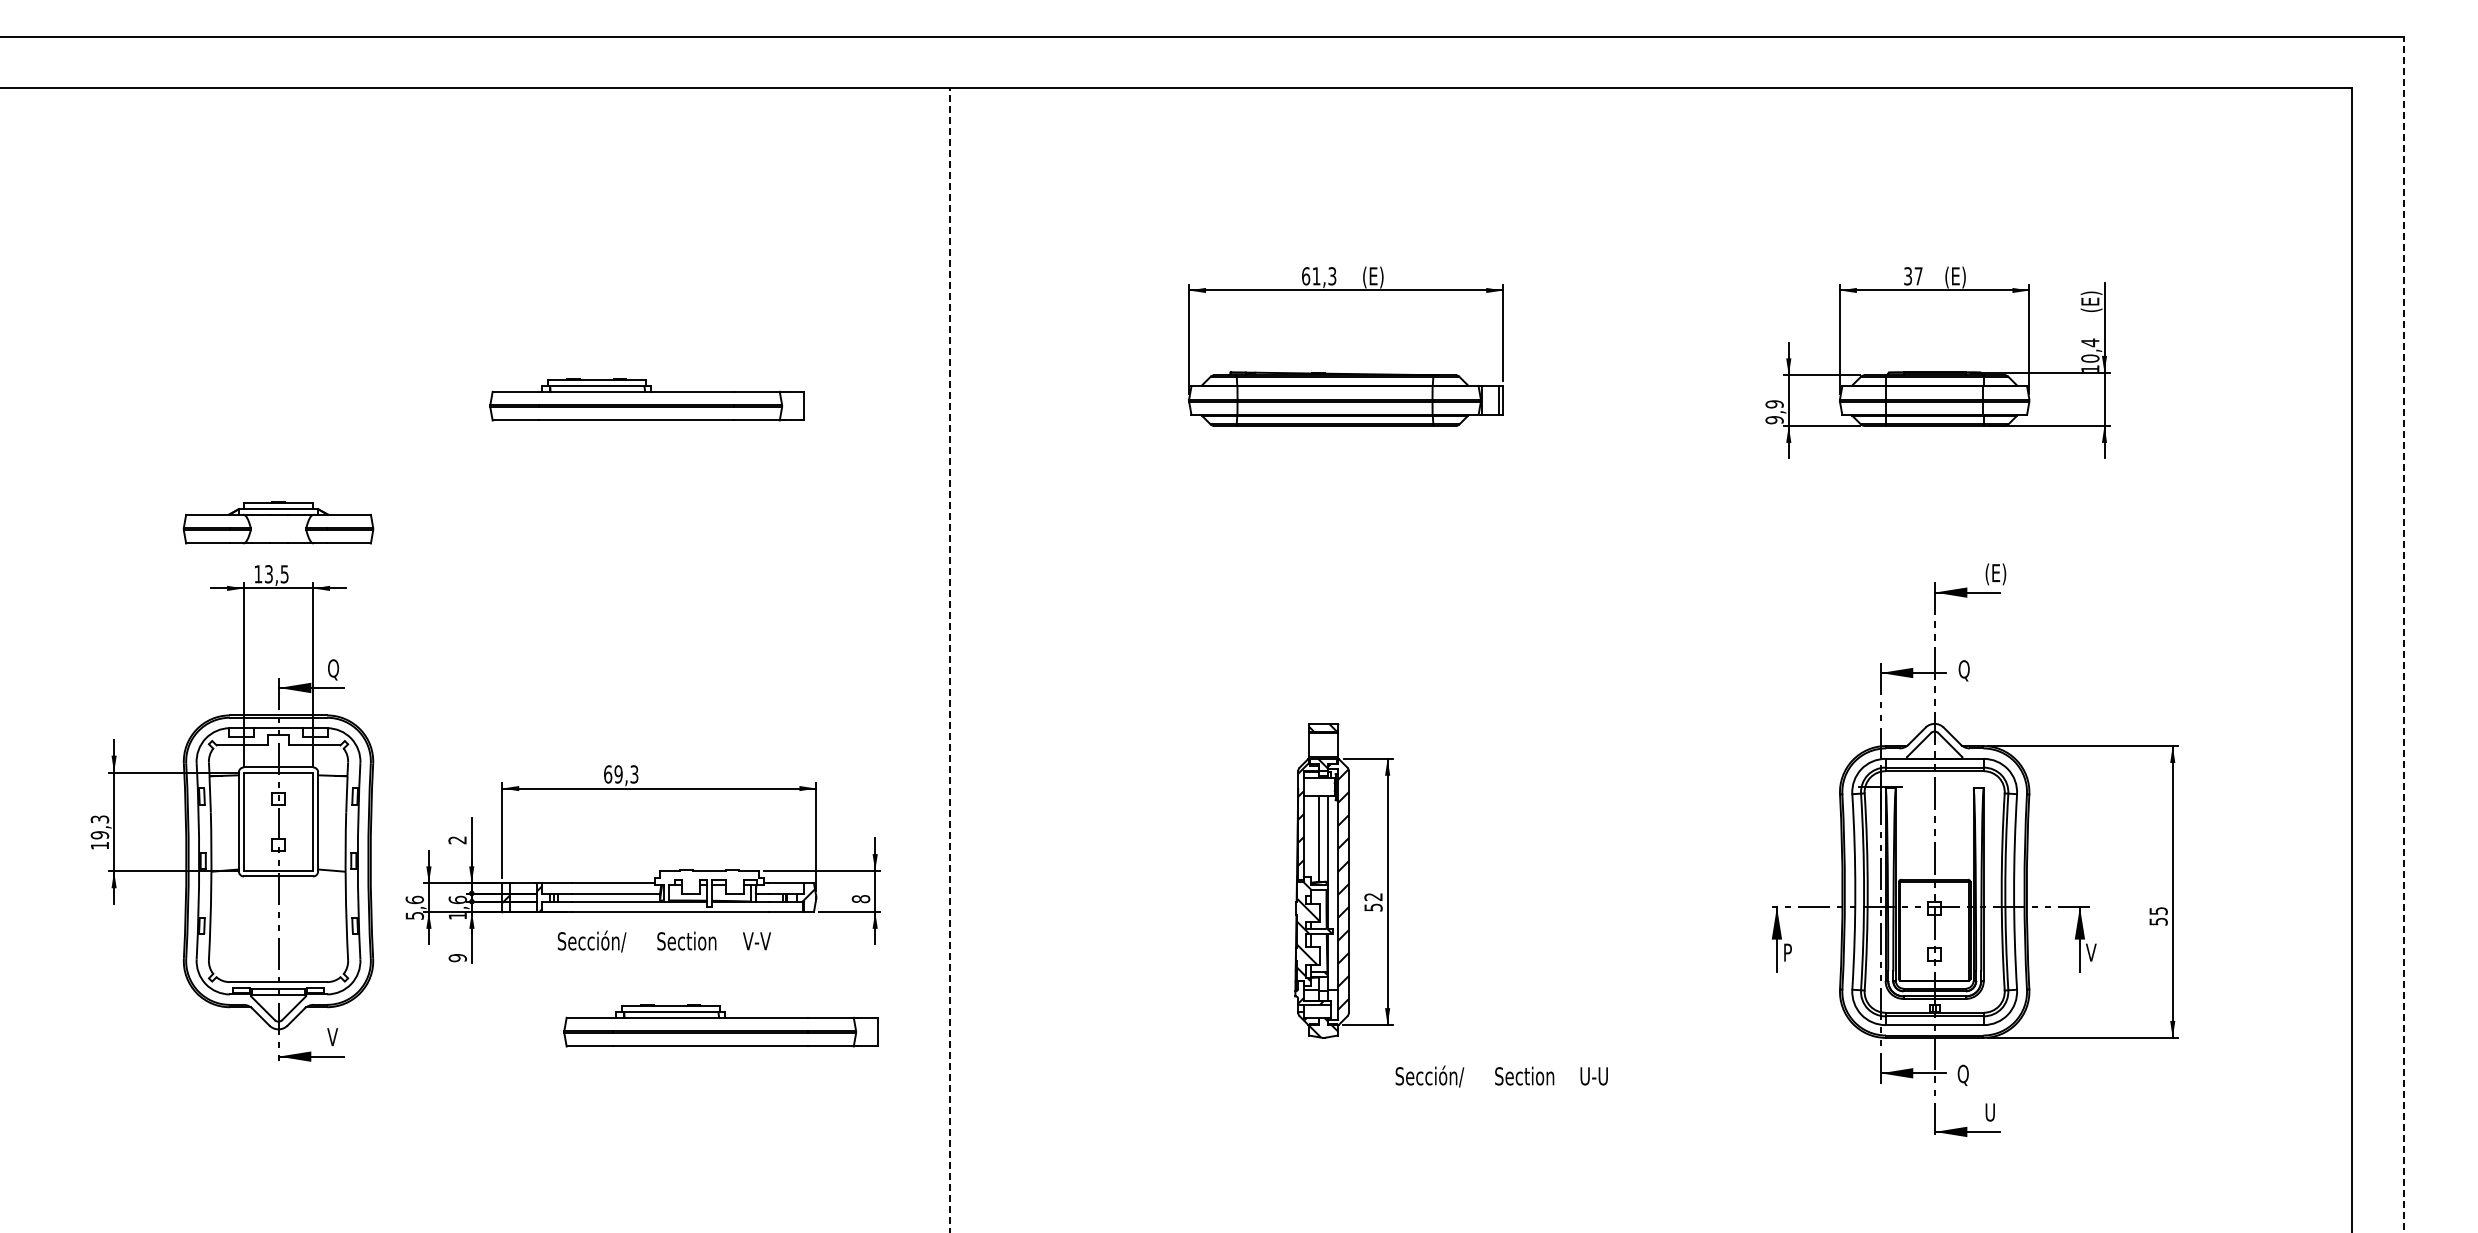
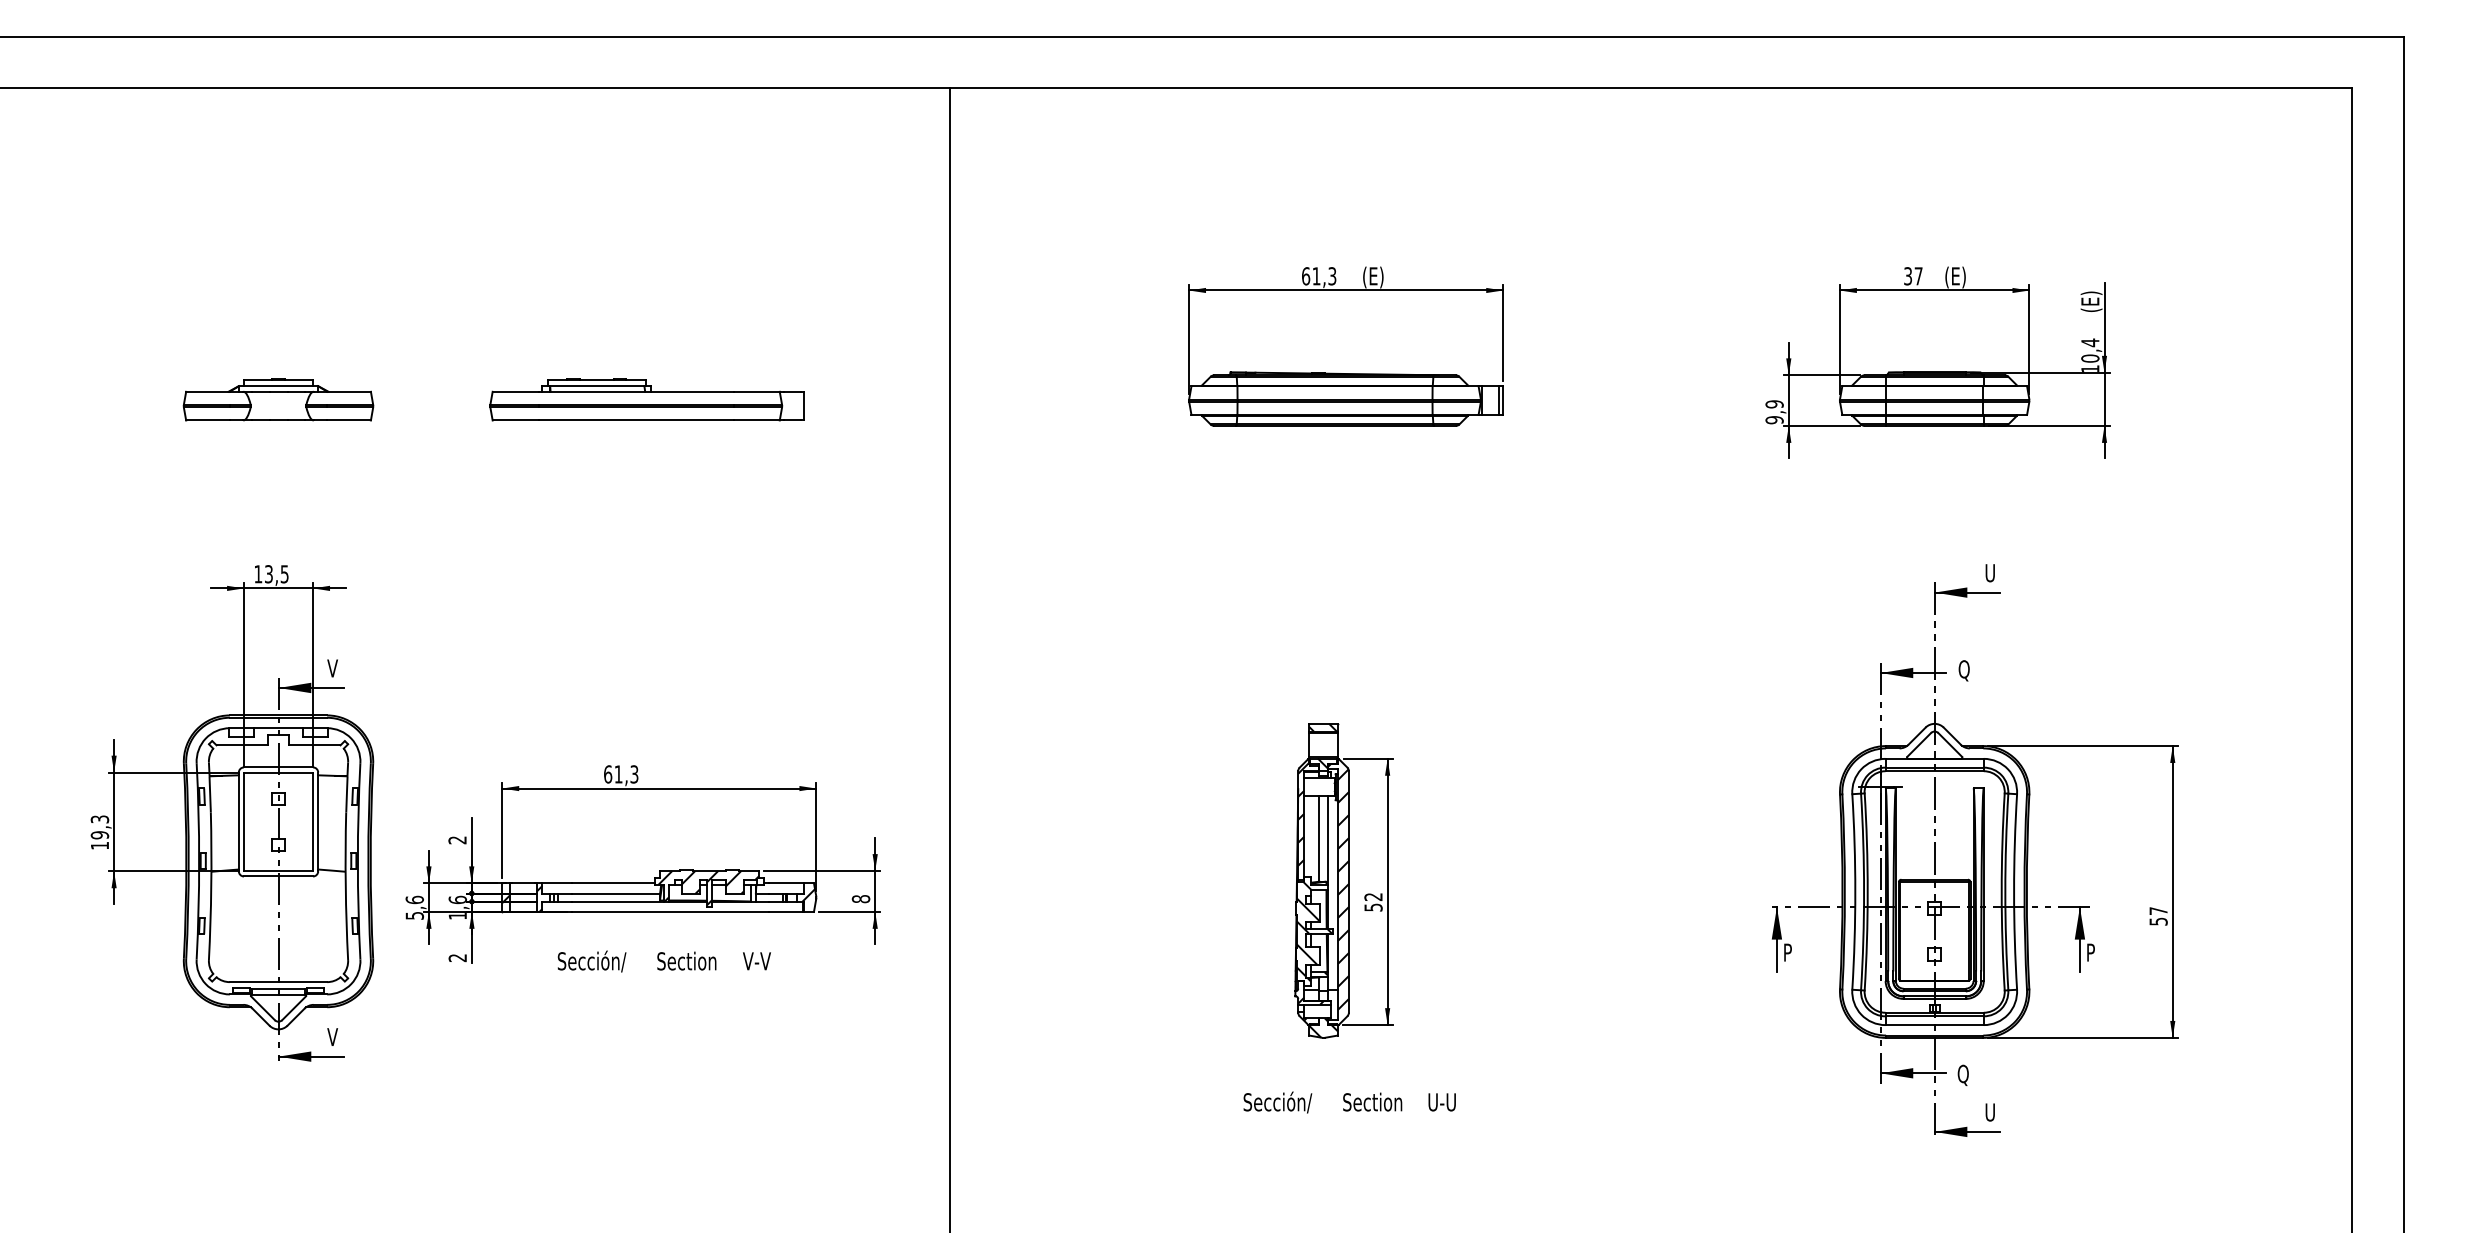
part at (278, 522) position: (278, 522) -> (278, 399)
text at (1995, 574): (E) -> U
line at (2403, 634): dashed -> solid
line at (950, 659): dashed -> solid
text at (333, 669): Q -> V
text at (618, 774): 69,3 -> 61,3
hatch at (708, 887): none -> present
text at (2158, 911): 55 -> 57
text at (663, 941) position: (663, 941) -> (663, 961)
text at (2091, 952): V -> P
text at (457, 958): 9 -> 2
part at (720, 1025): present -> none
text at (1501, 1076) position: (1501, 1076) -> (1349, 1102)
